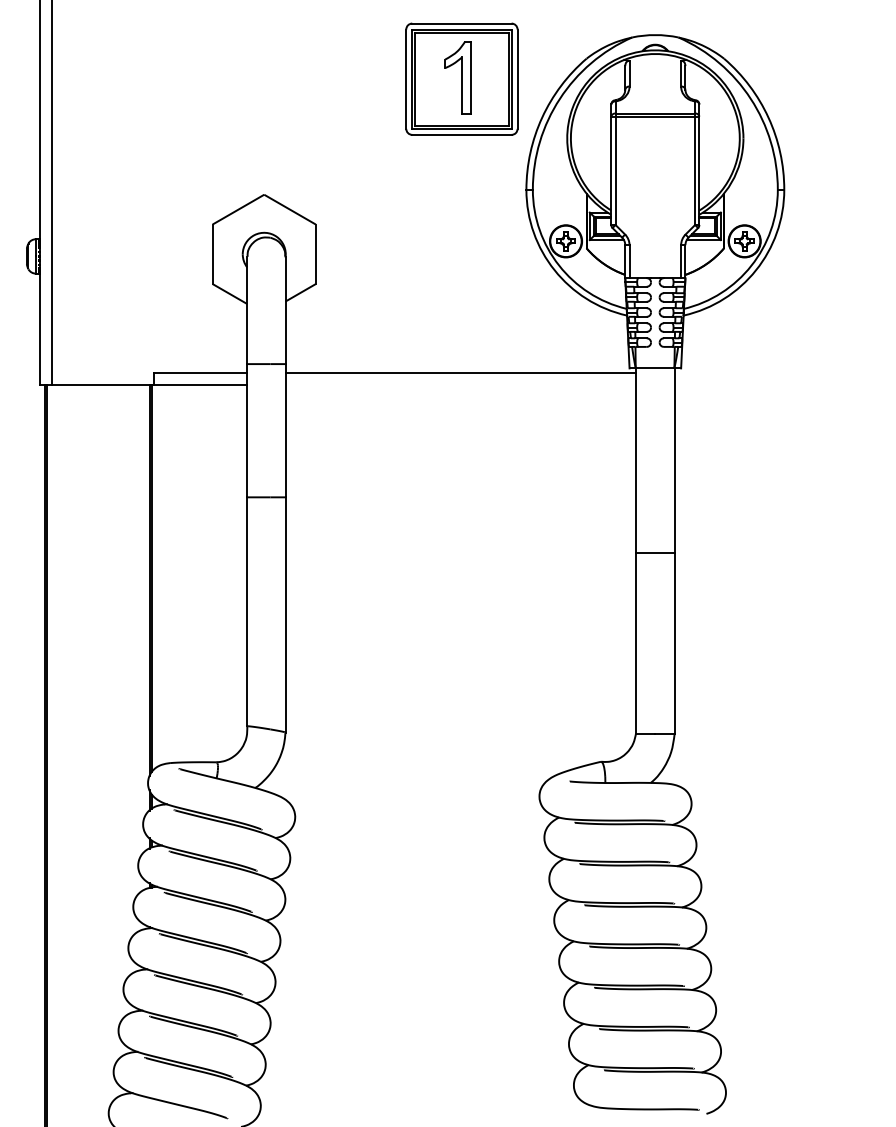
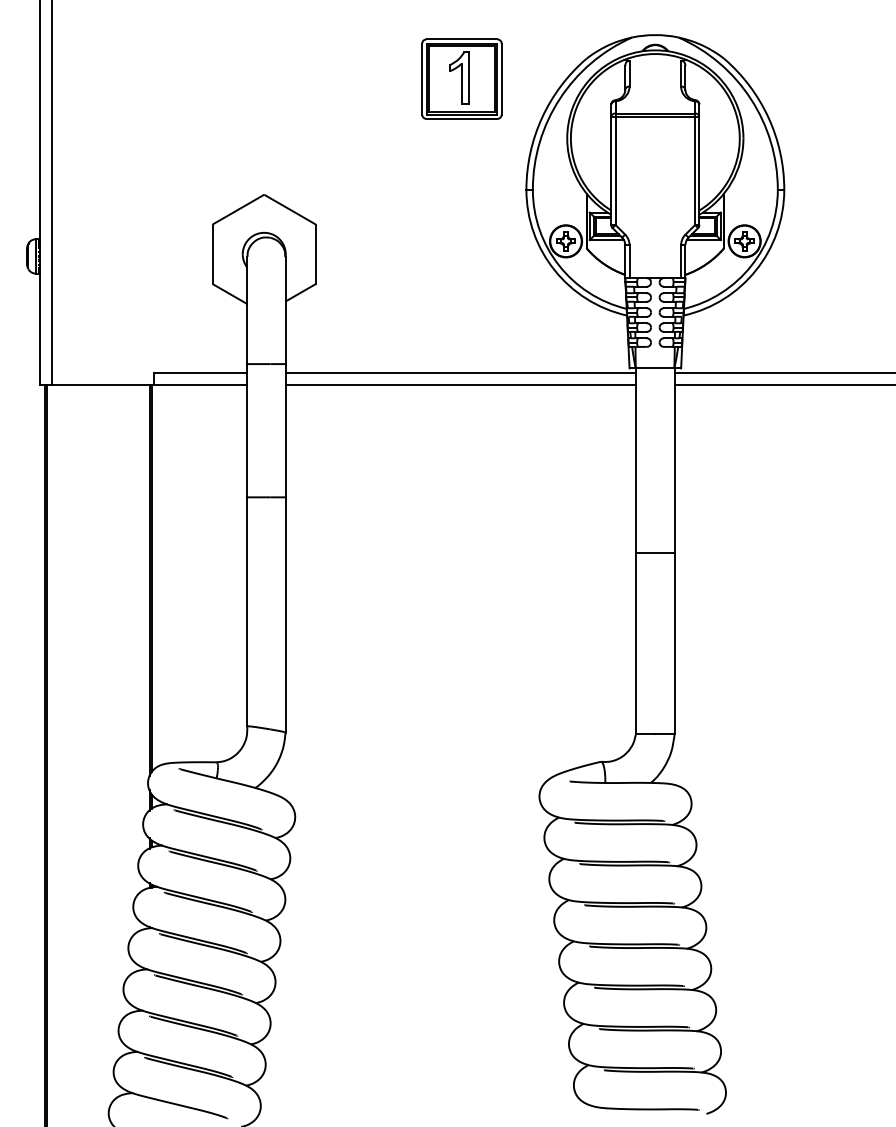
part at (461, 78) size: 114x114 px -> 82x82 px
line at (783, 373): none -> present
line at (460, 385): none -> present
line at (783, 385): none -> present
